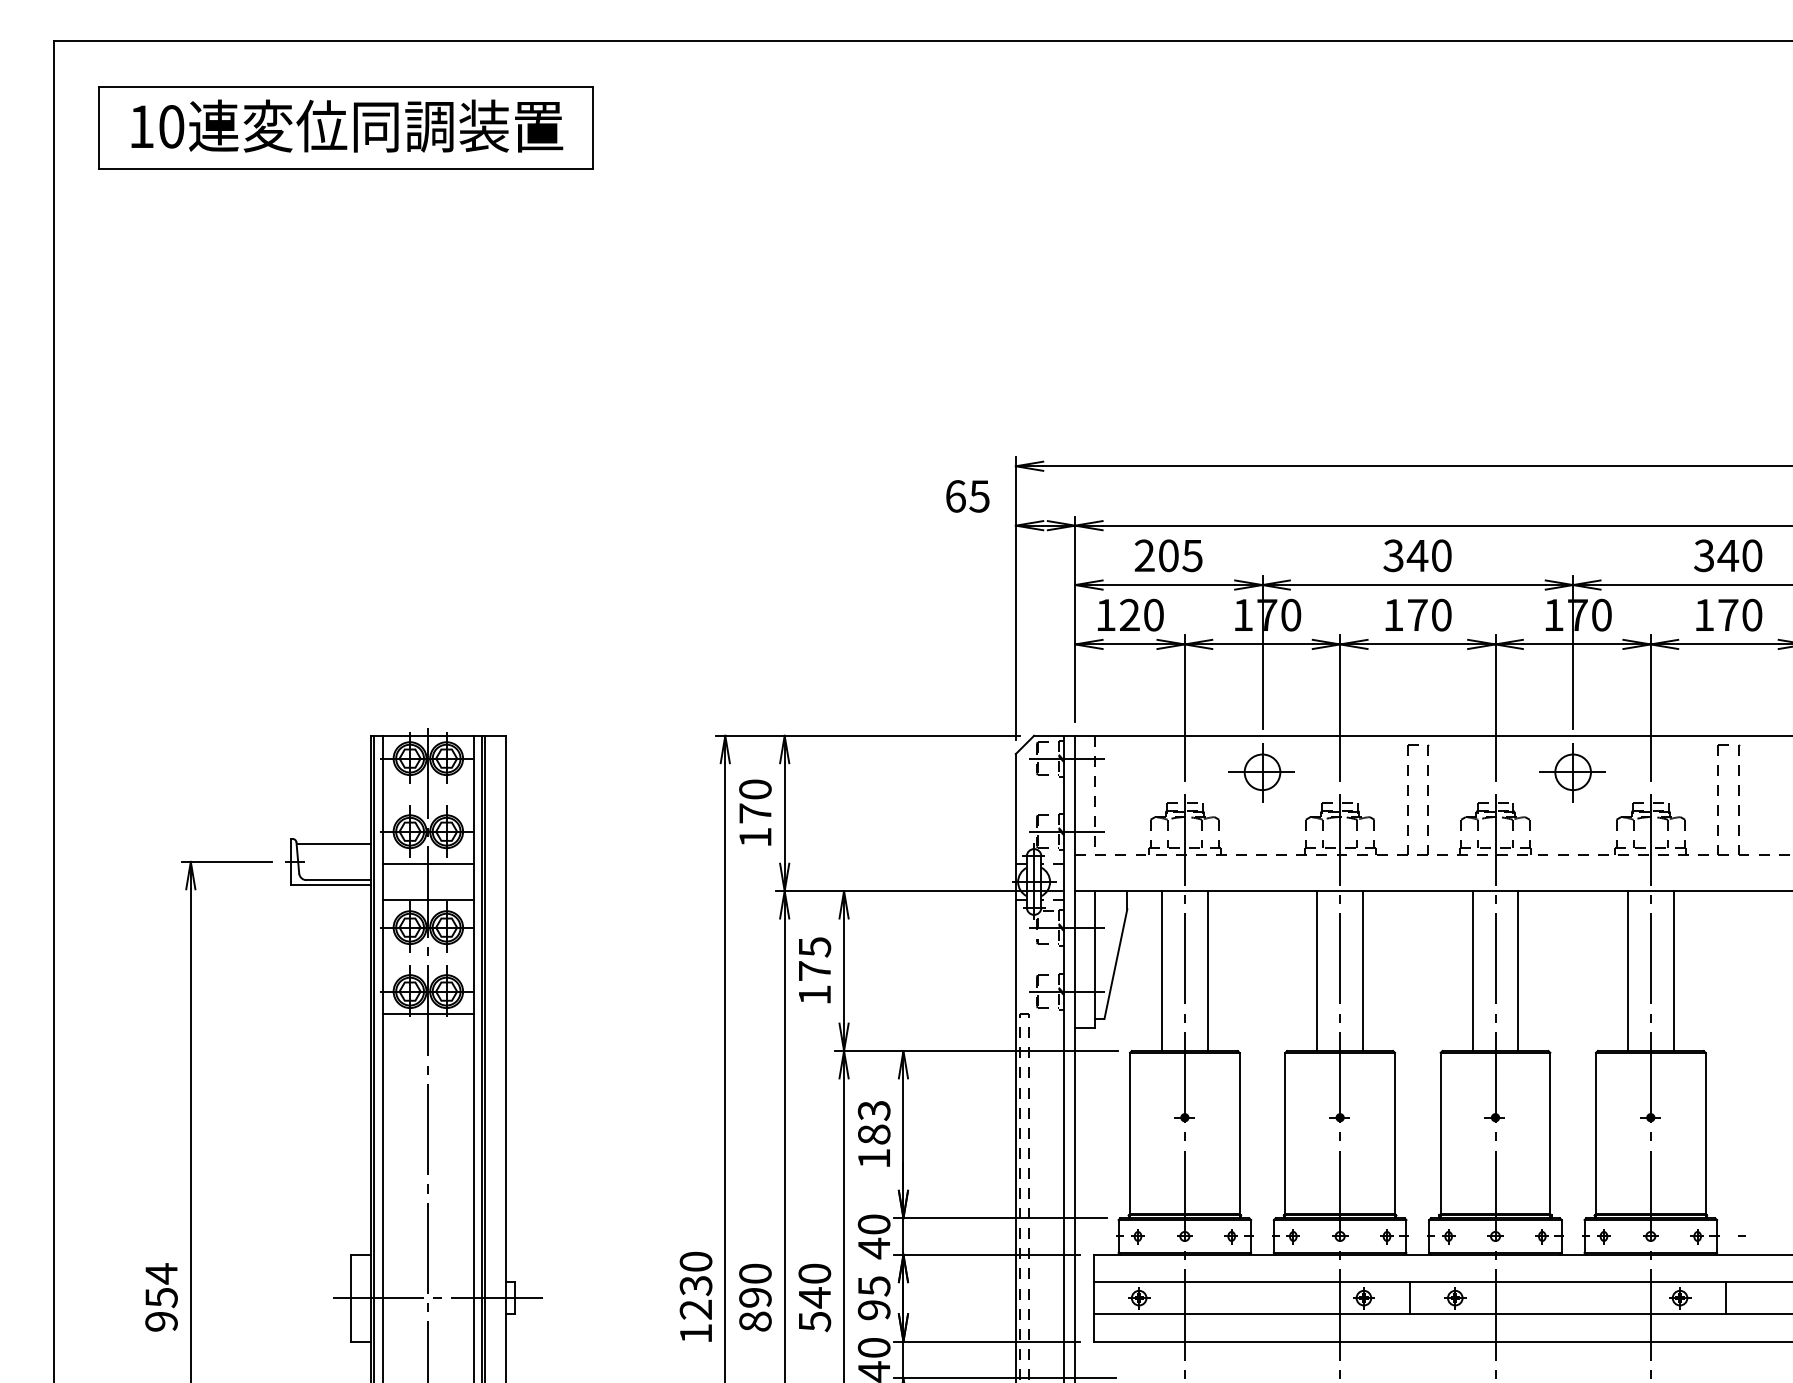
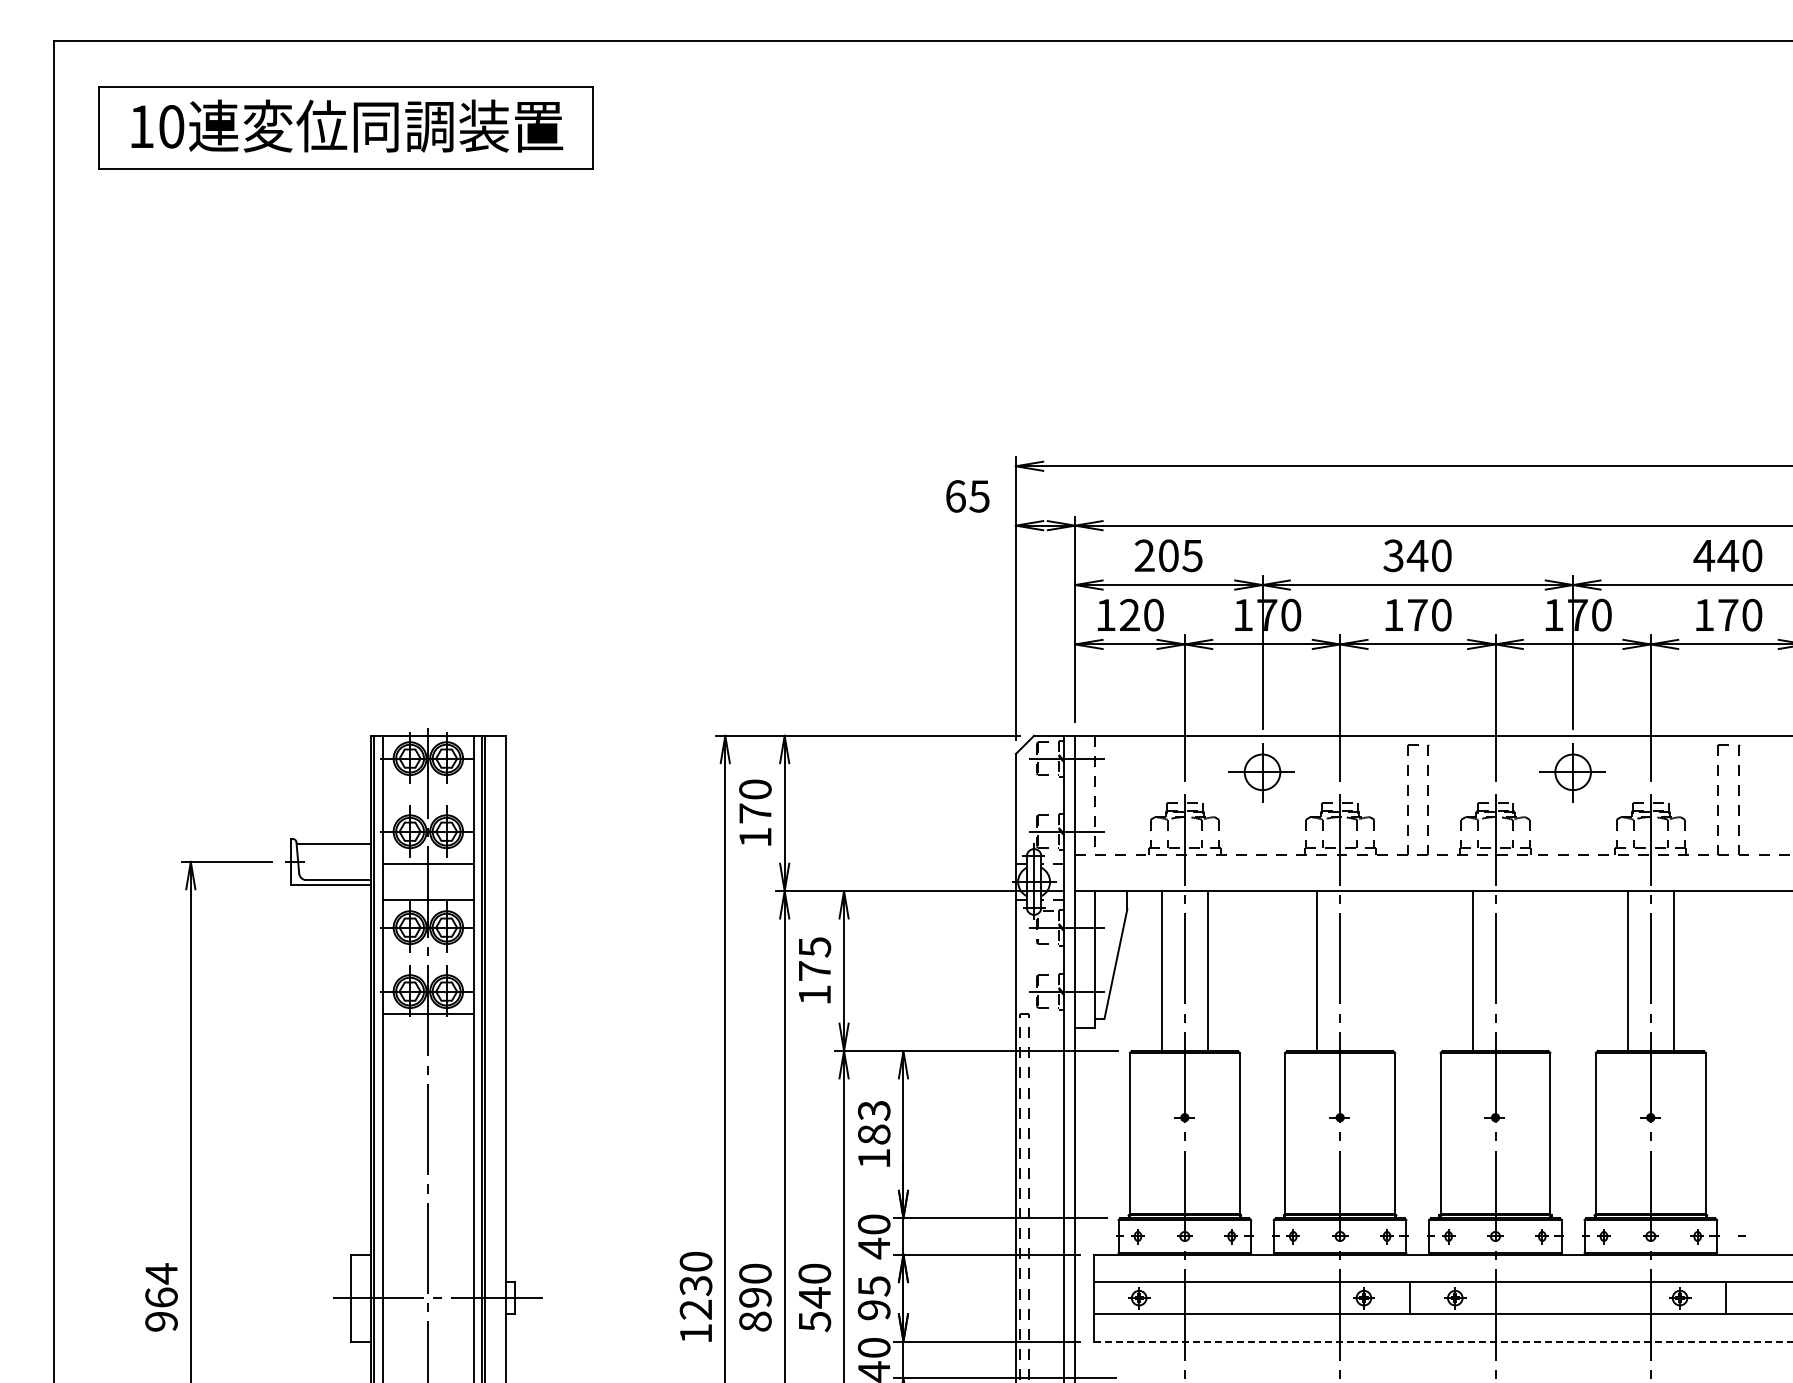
text at (1704, 555): 340 -> 440
line at (1363, 971): present -> none
line at (1518, 971): present -> none
text at (161, 1297): 954 -> 964
line at (1442, 1341): solid -> dashed
